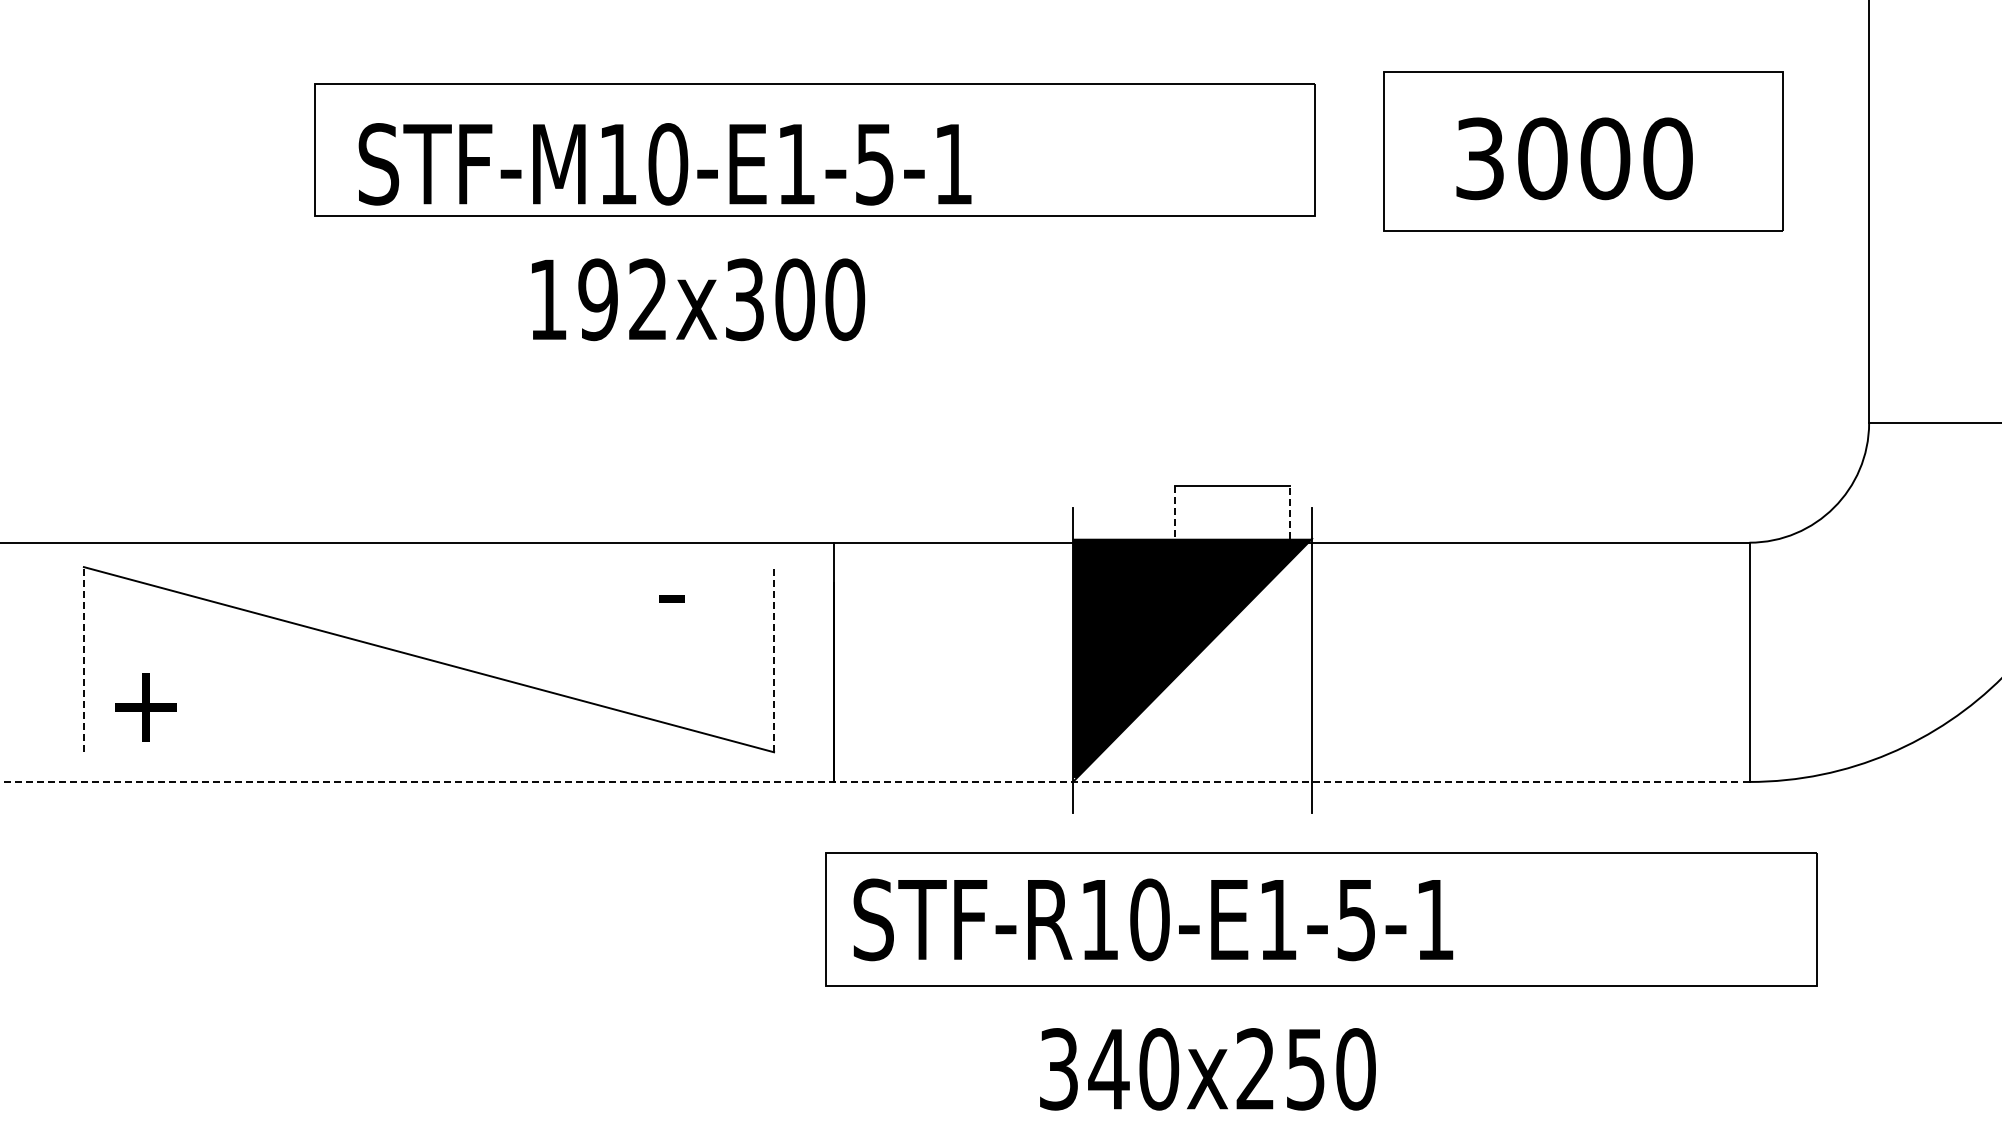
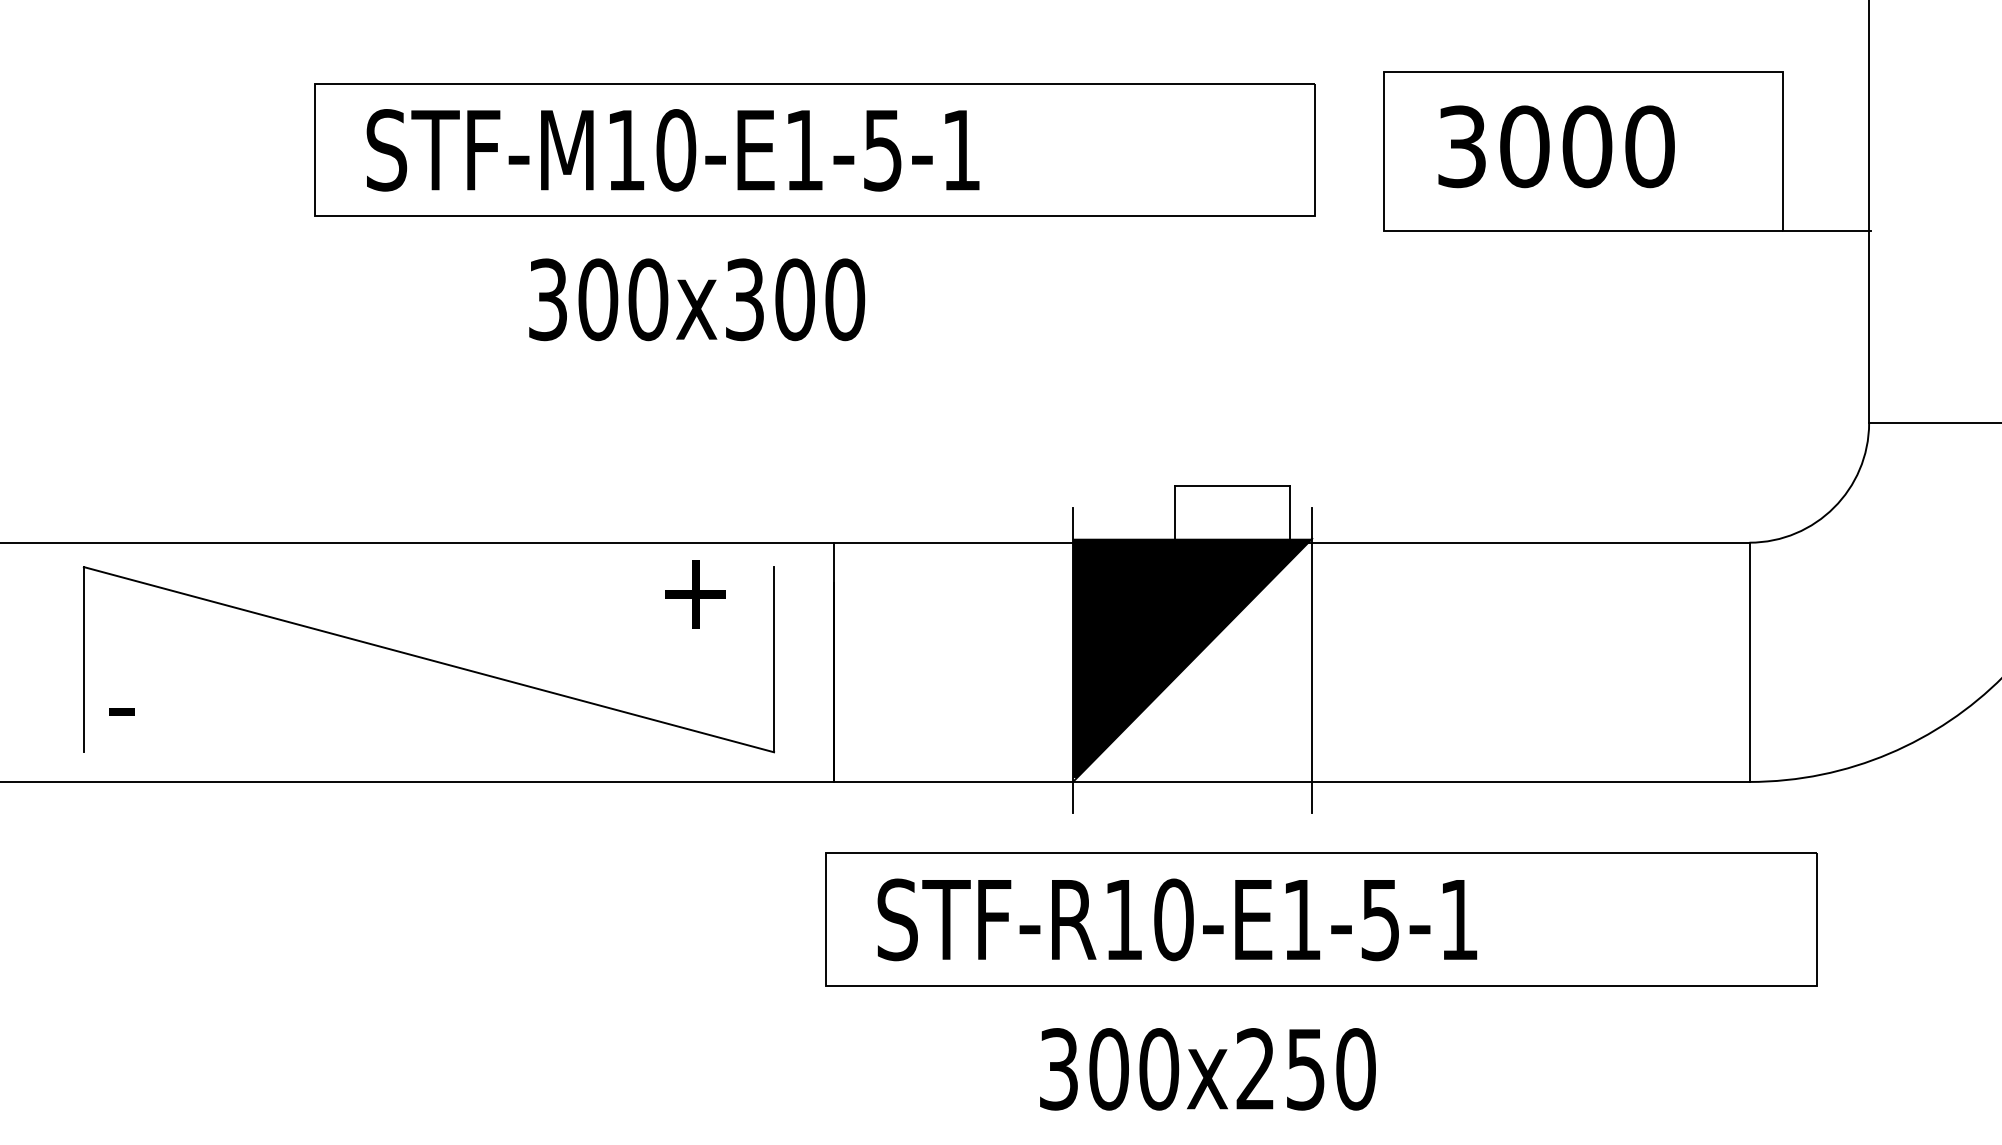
text at (1574, 158) position: (1574, 158) -> (1556, 146)
text at (664, 164) position: (664, 164) -> (672, 150)
line at (1826, 231): none -> present
text at (598, 299): 192x300 -> 300x300
line at (1290, 511): dashed -> solid
line at (1174, 512): dashed -> solid
text at (692, 594): - -> +
line at (83, 659): dashed -> solid
line at (774, 659): dashed -> solid
text at (142, 707): + -> -
line at (874, 781): dashed -> solid
text at (1153, 919) position: (1153, 919) -> (1177, 919)
text at (1108, 1069): 340x250 -> 300x250
